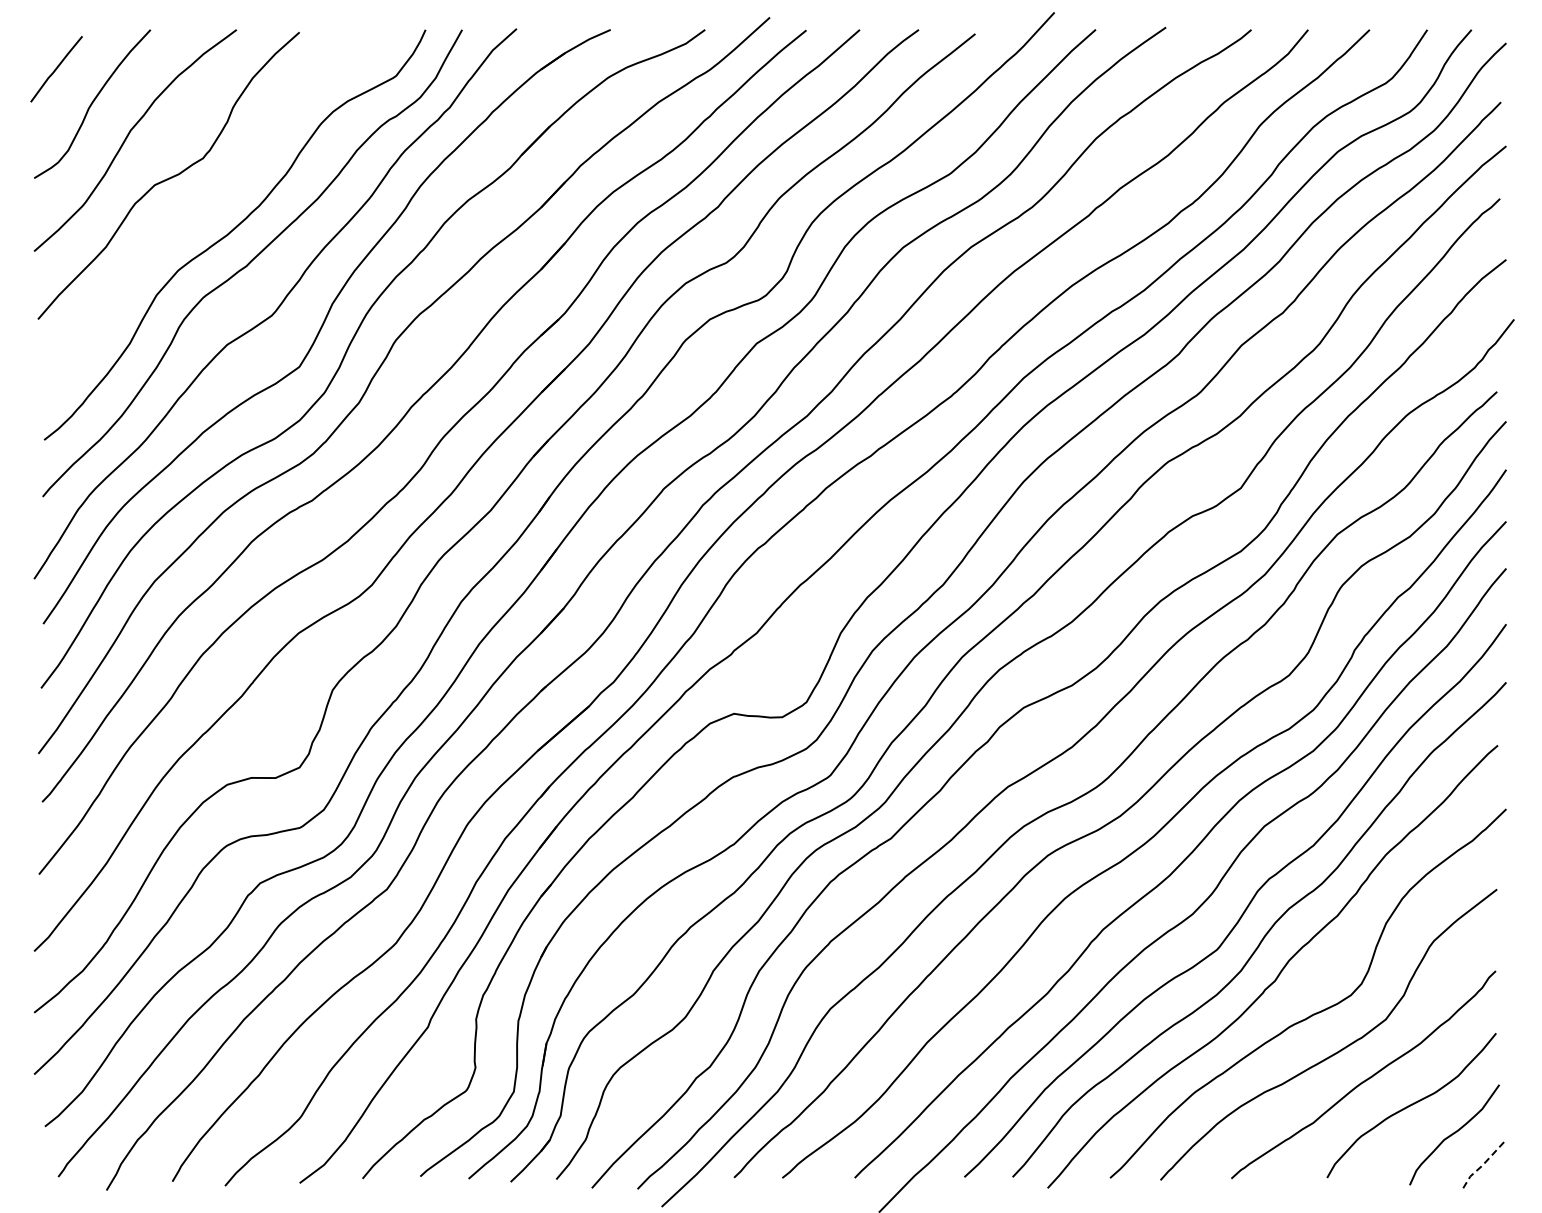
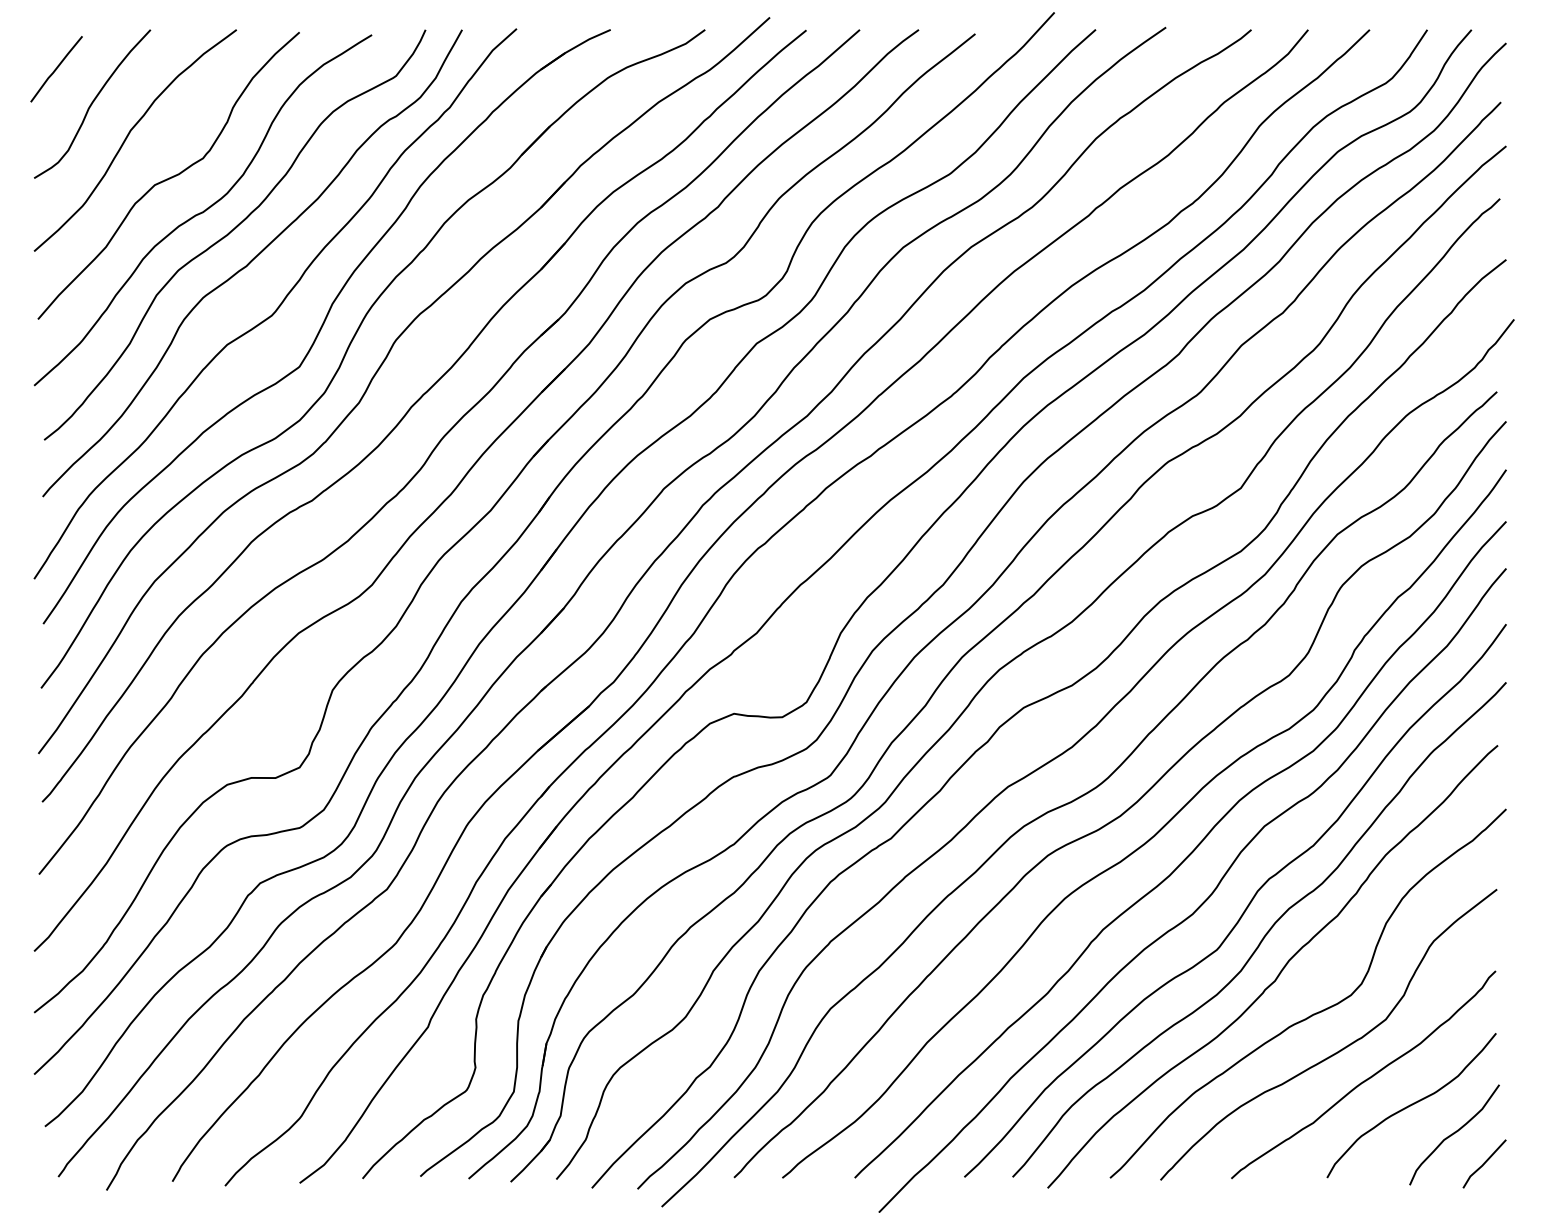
curve at (203, 210): none -> present
line at (1483, 1164): dashed -> solid
